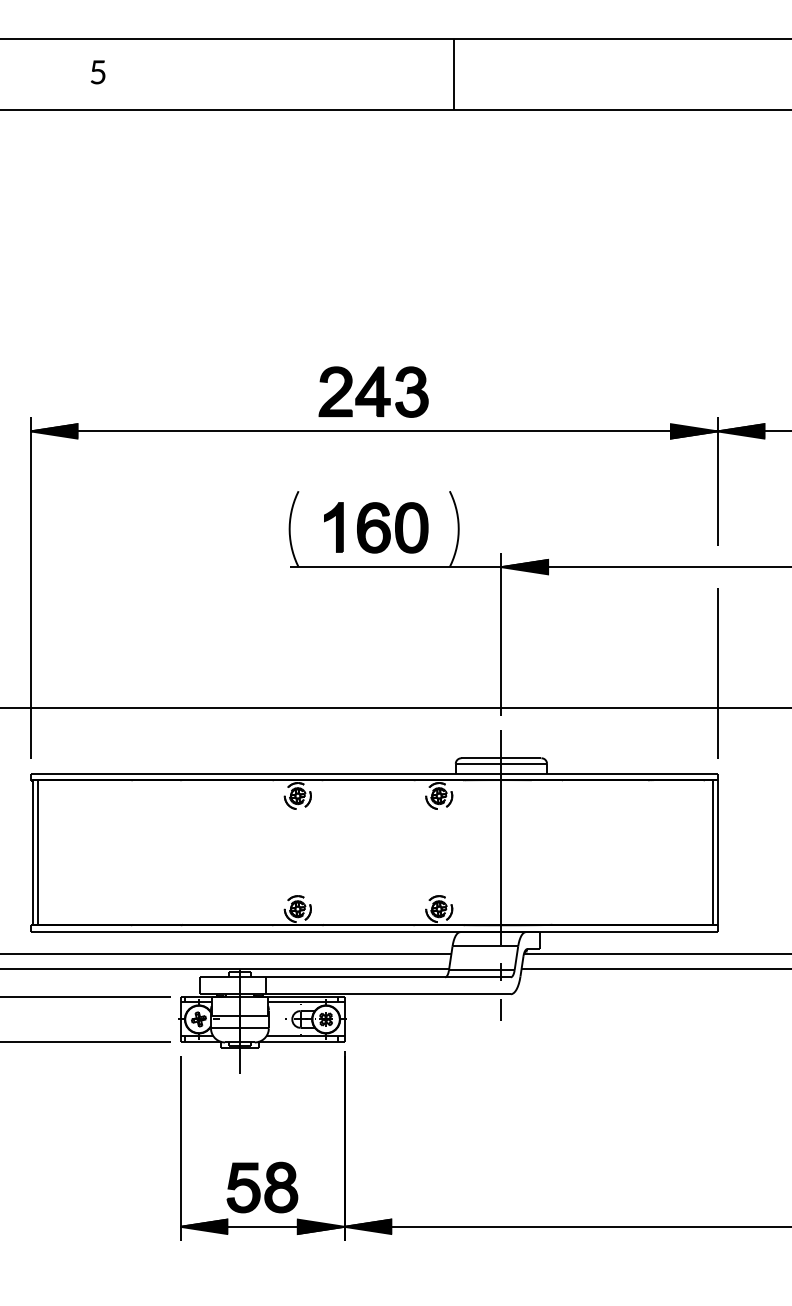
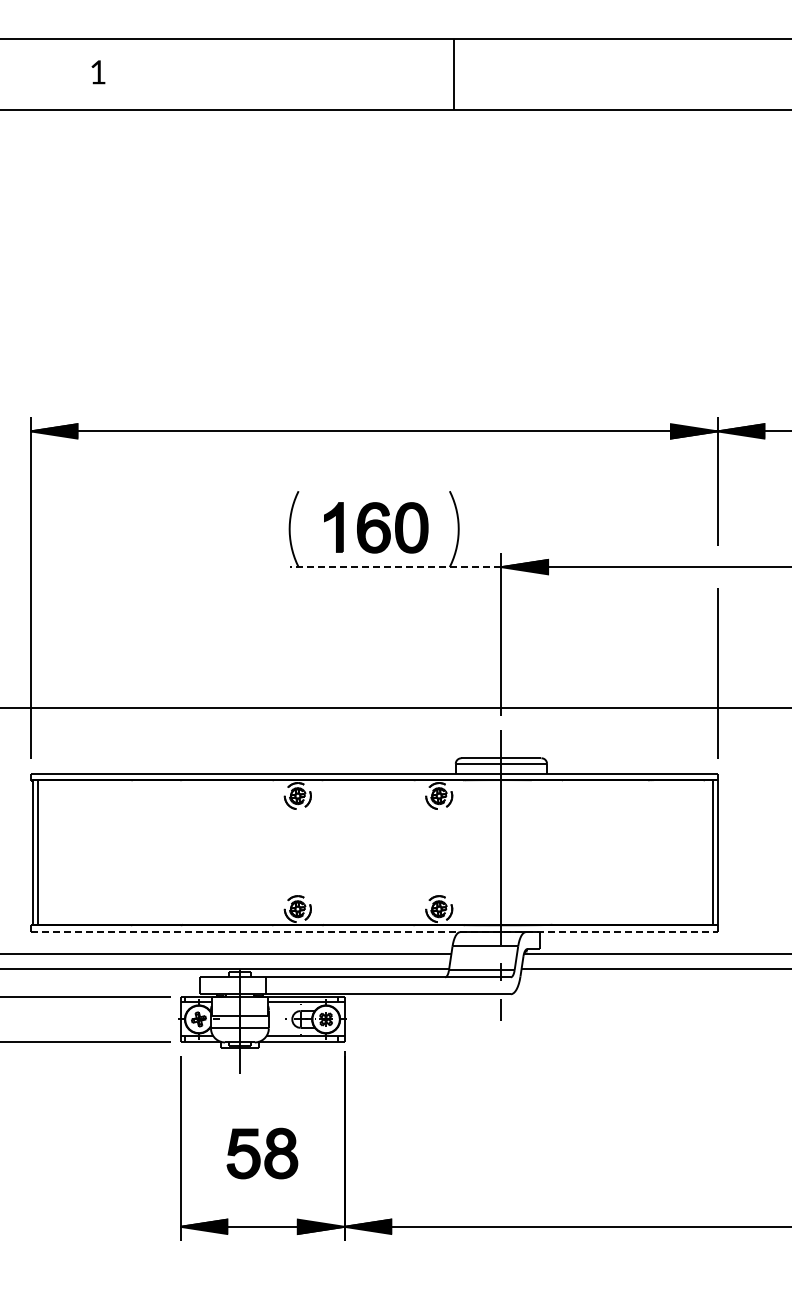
text at (97, 72): 5 -> 1
part at (373, 391): present -> none
line at (395, 567): solid -> dashed
line at (374, 931): solid -> dashed
part at (262, 1187) position: (262, 1187) -> (262, 1153)
